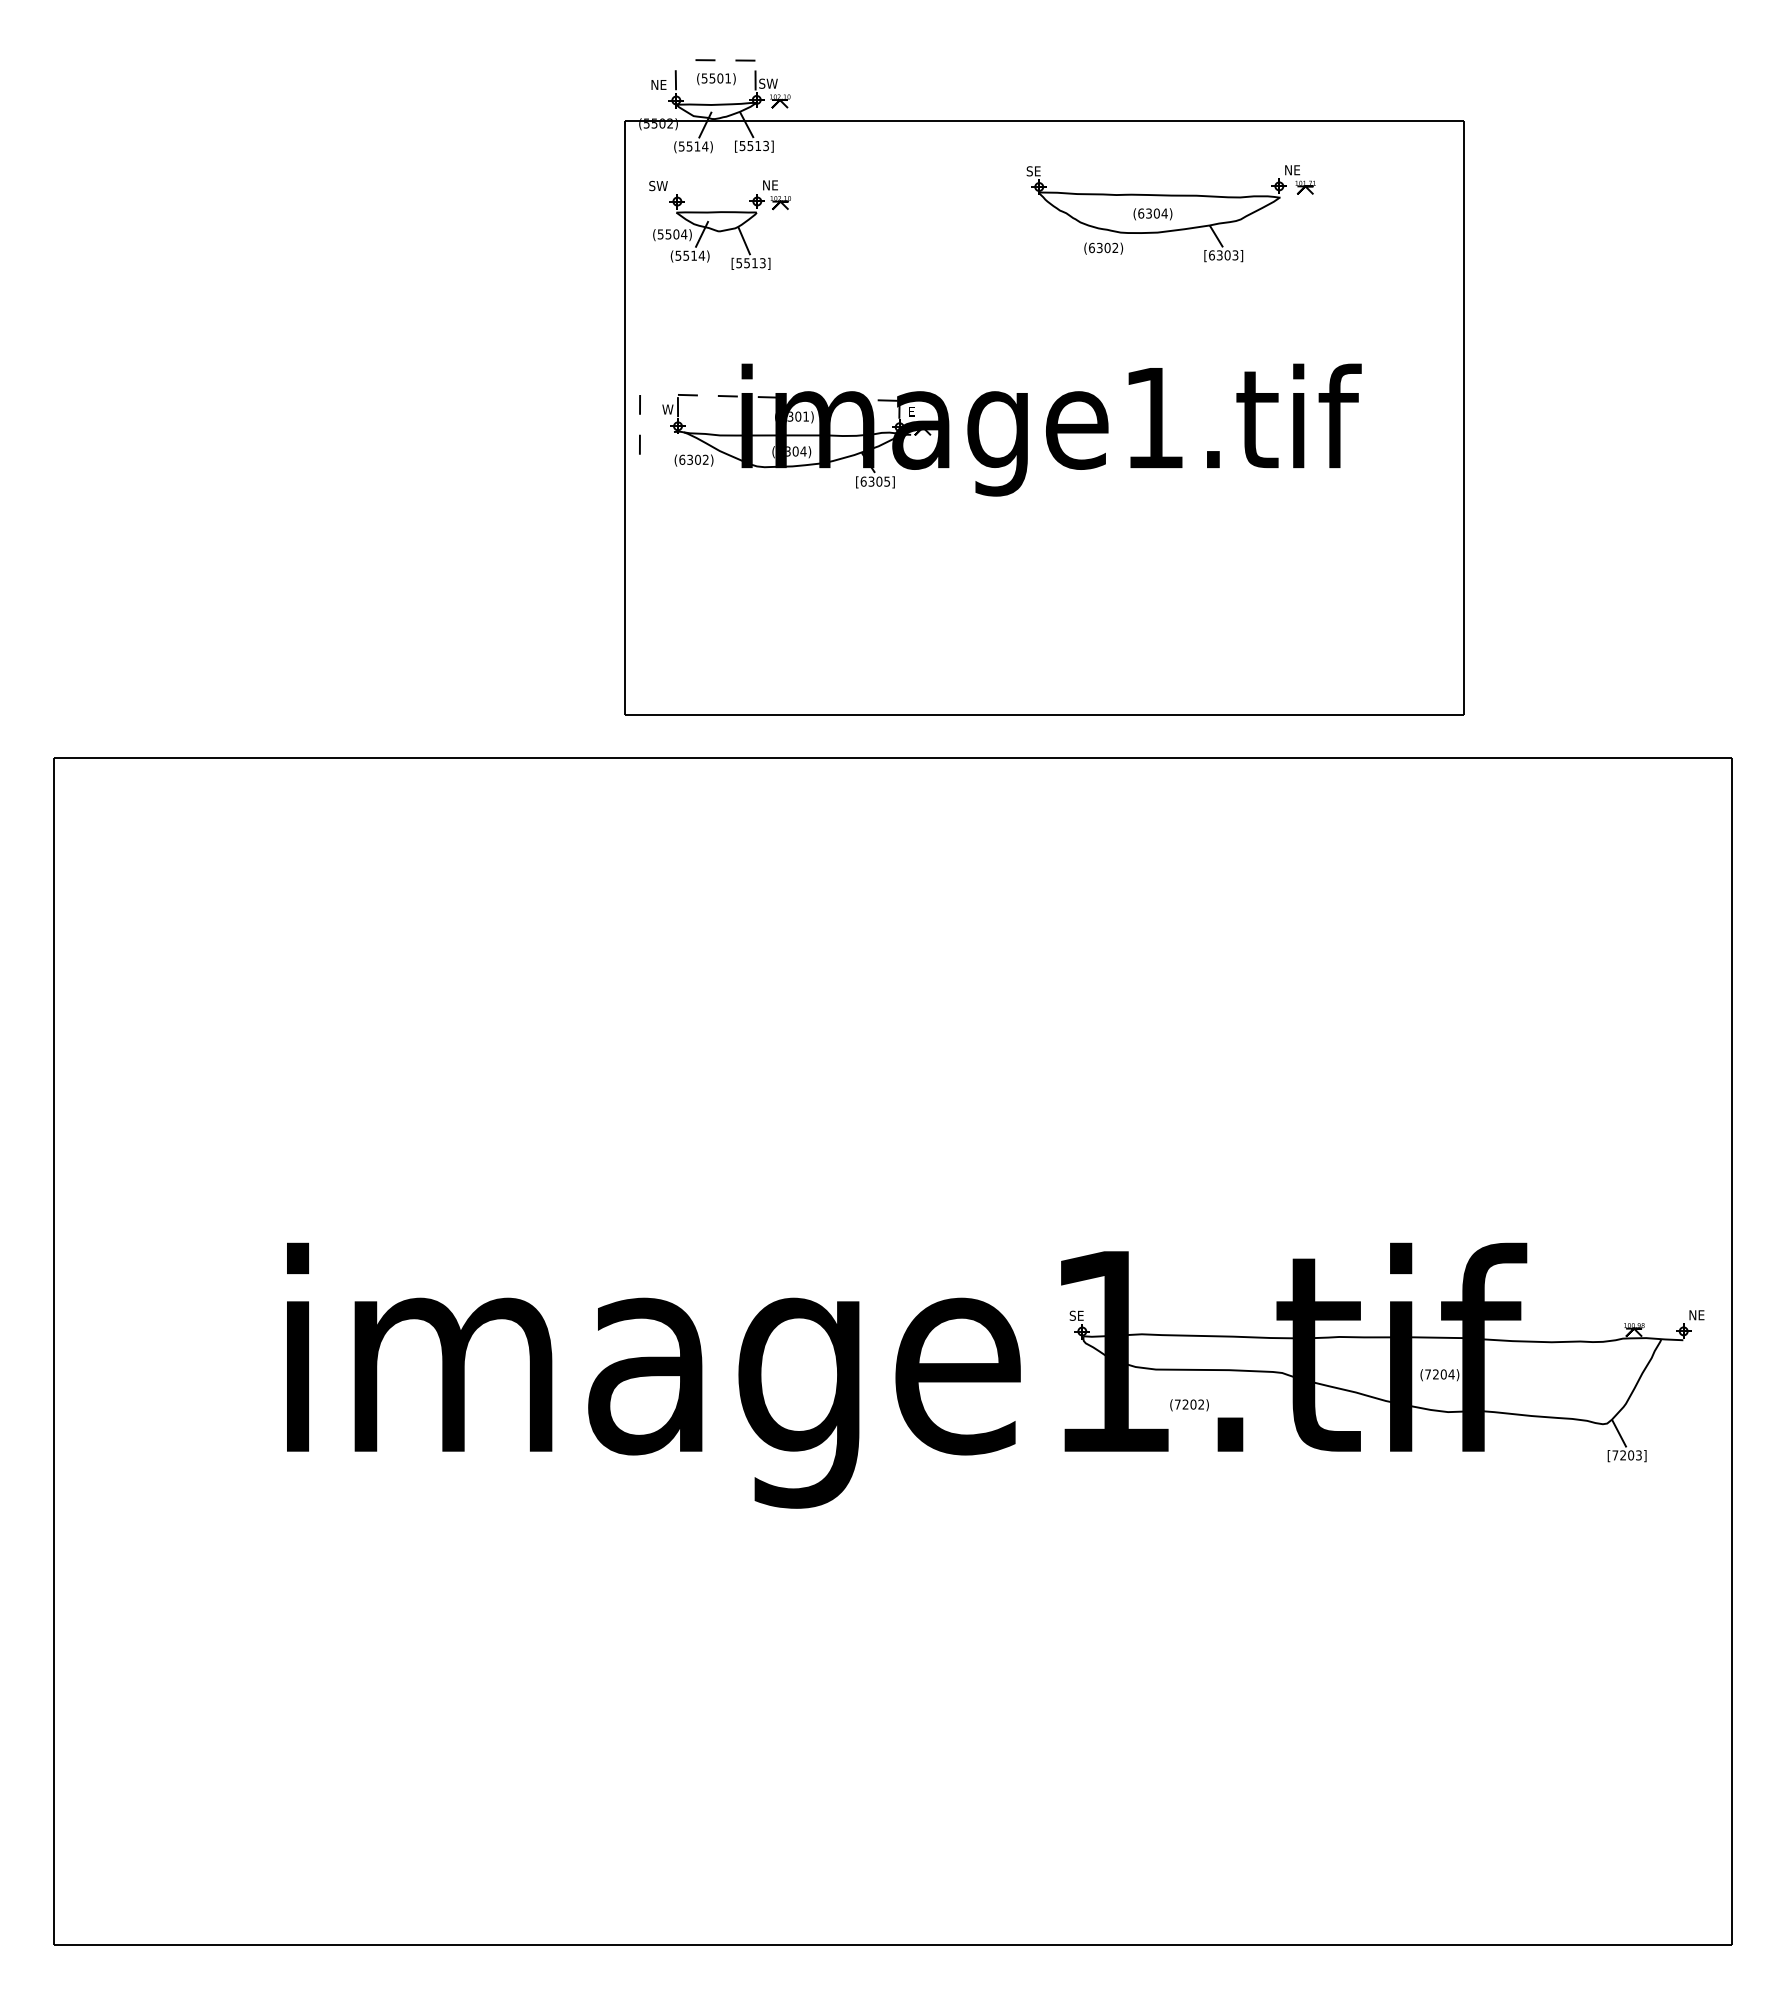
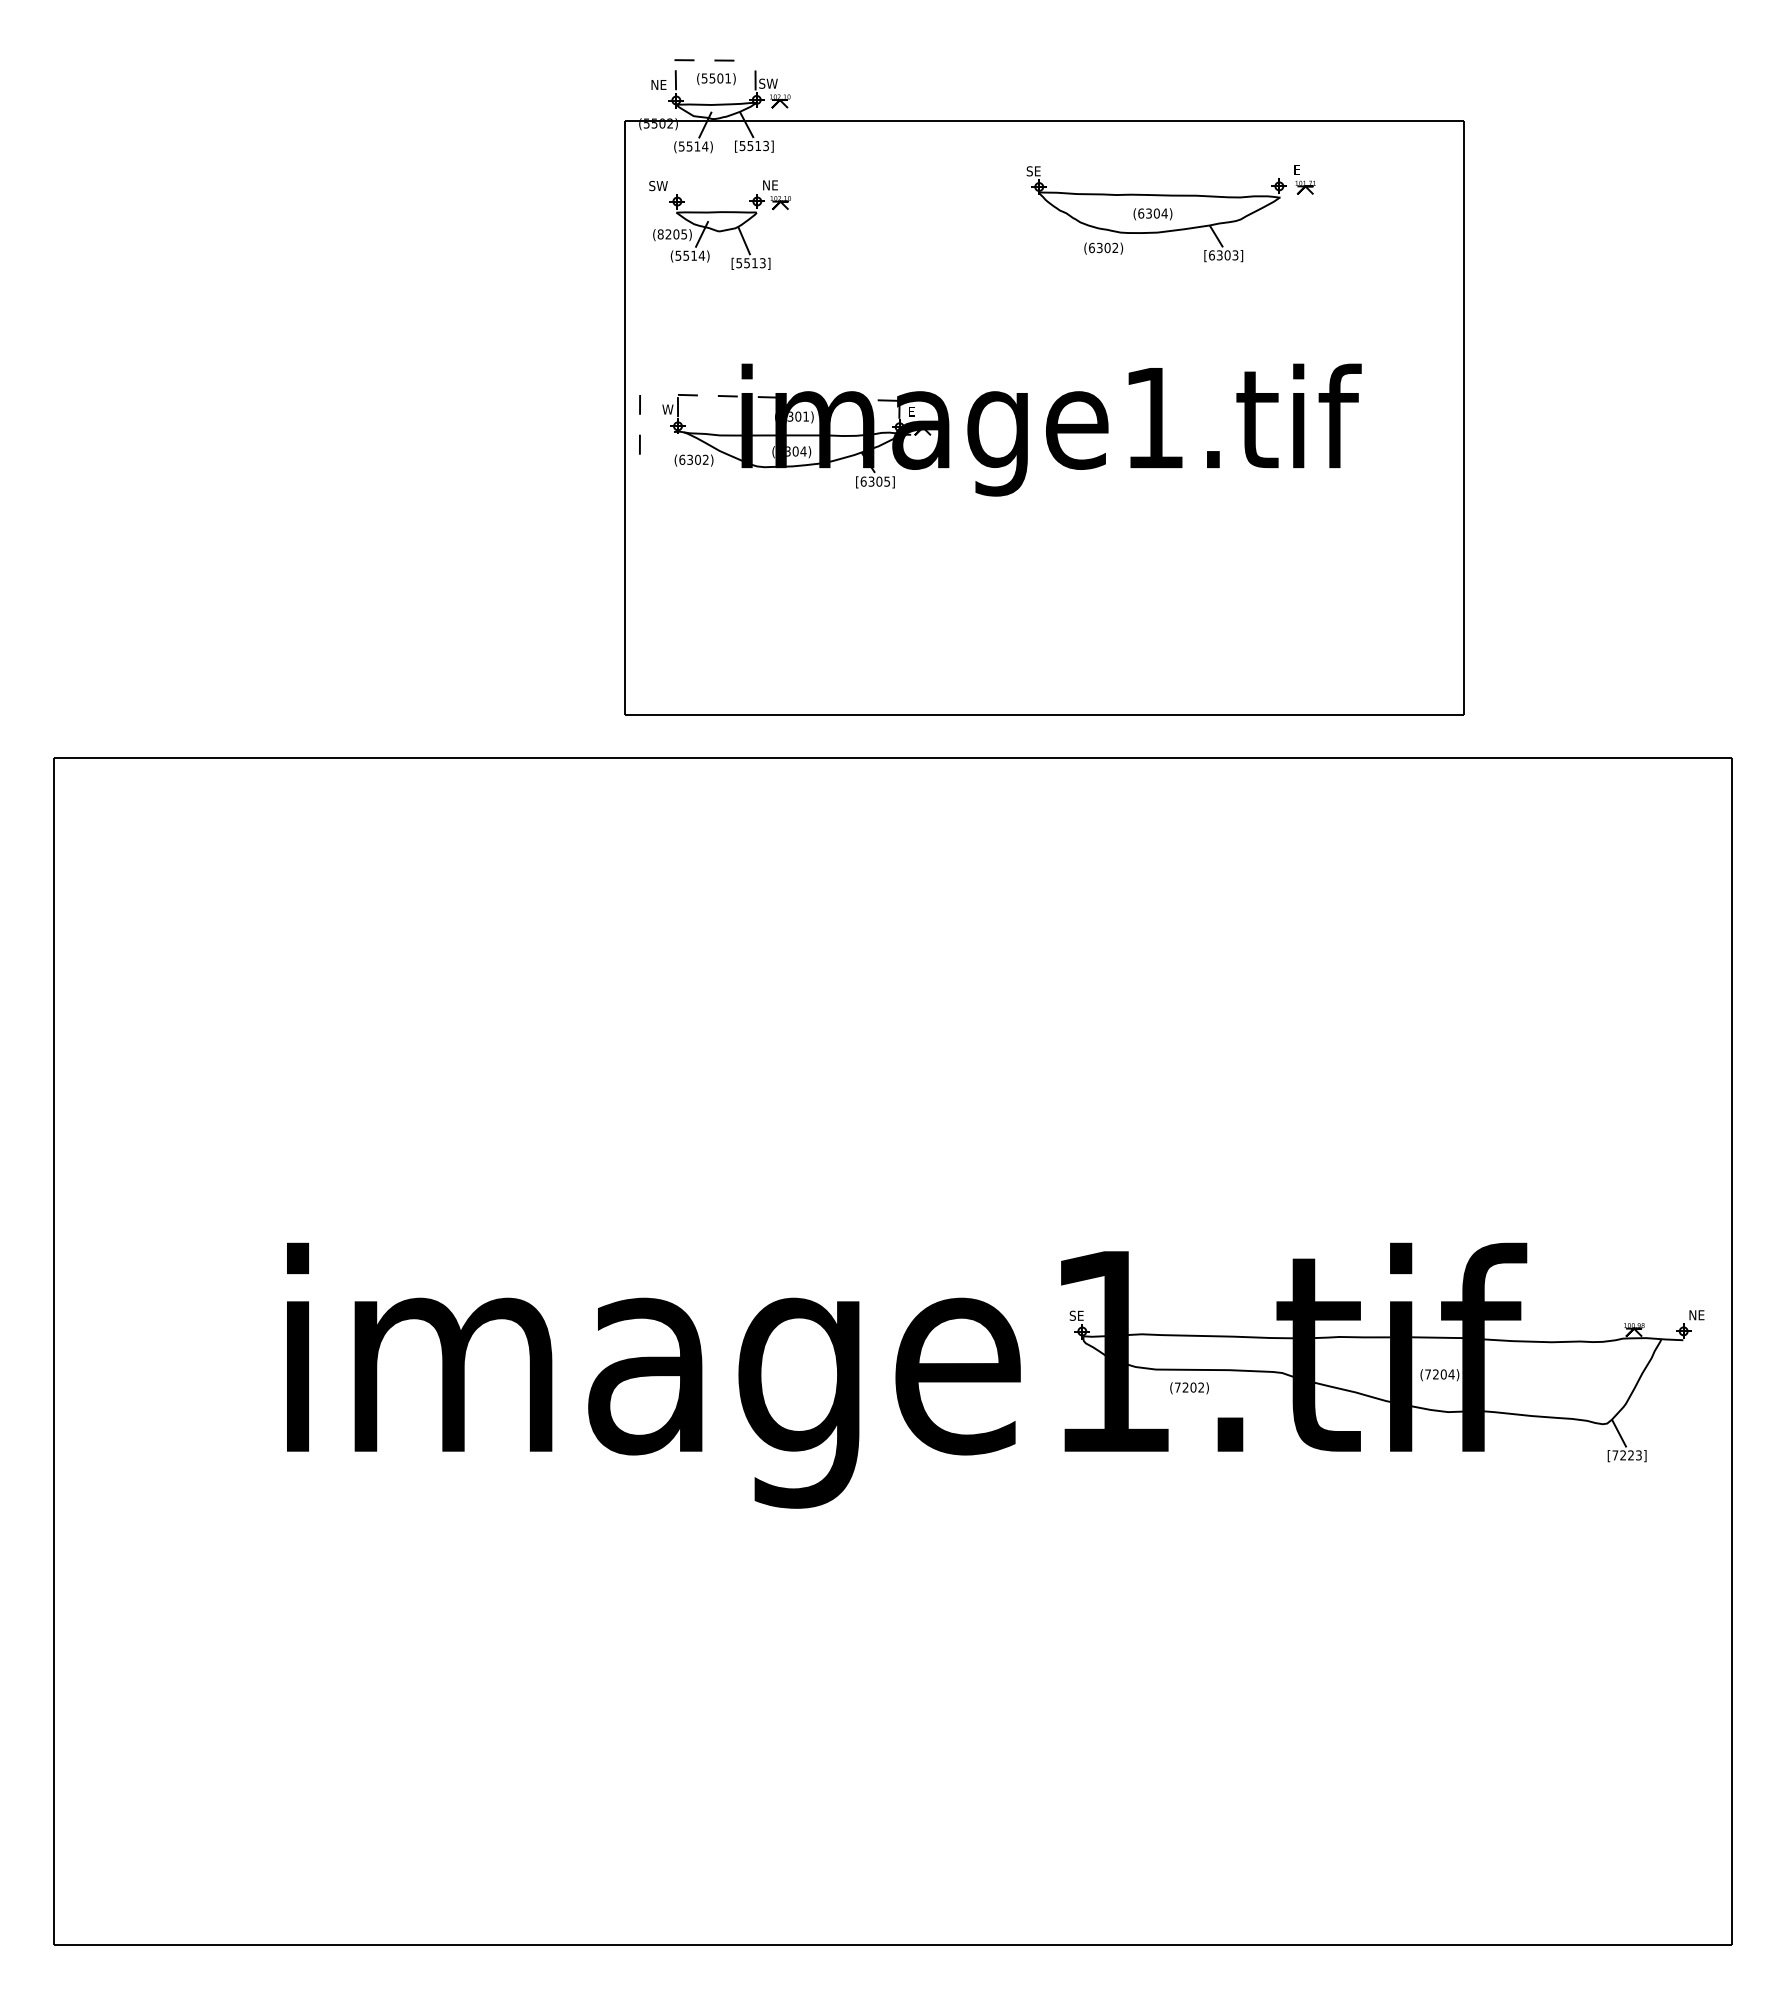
line at (715, 60) position: (715, 60) -> (694, 60)
text at (1292, 170): NE -> E
text at (672, 234): (5504) -> (8205)
text at (1189, 1405) position: (1189, 1405) -> (1189, 1388)
text at (1631, 1455): [7203] -> [7223]
